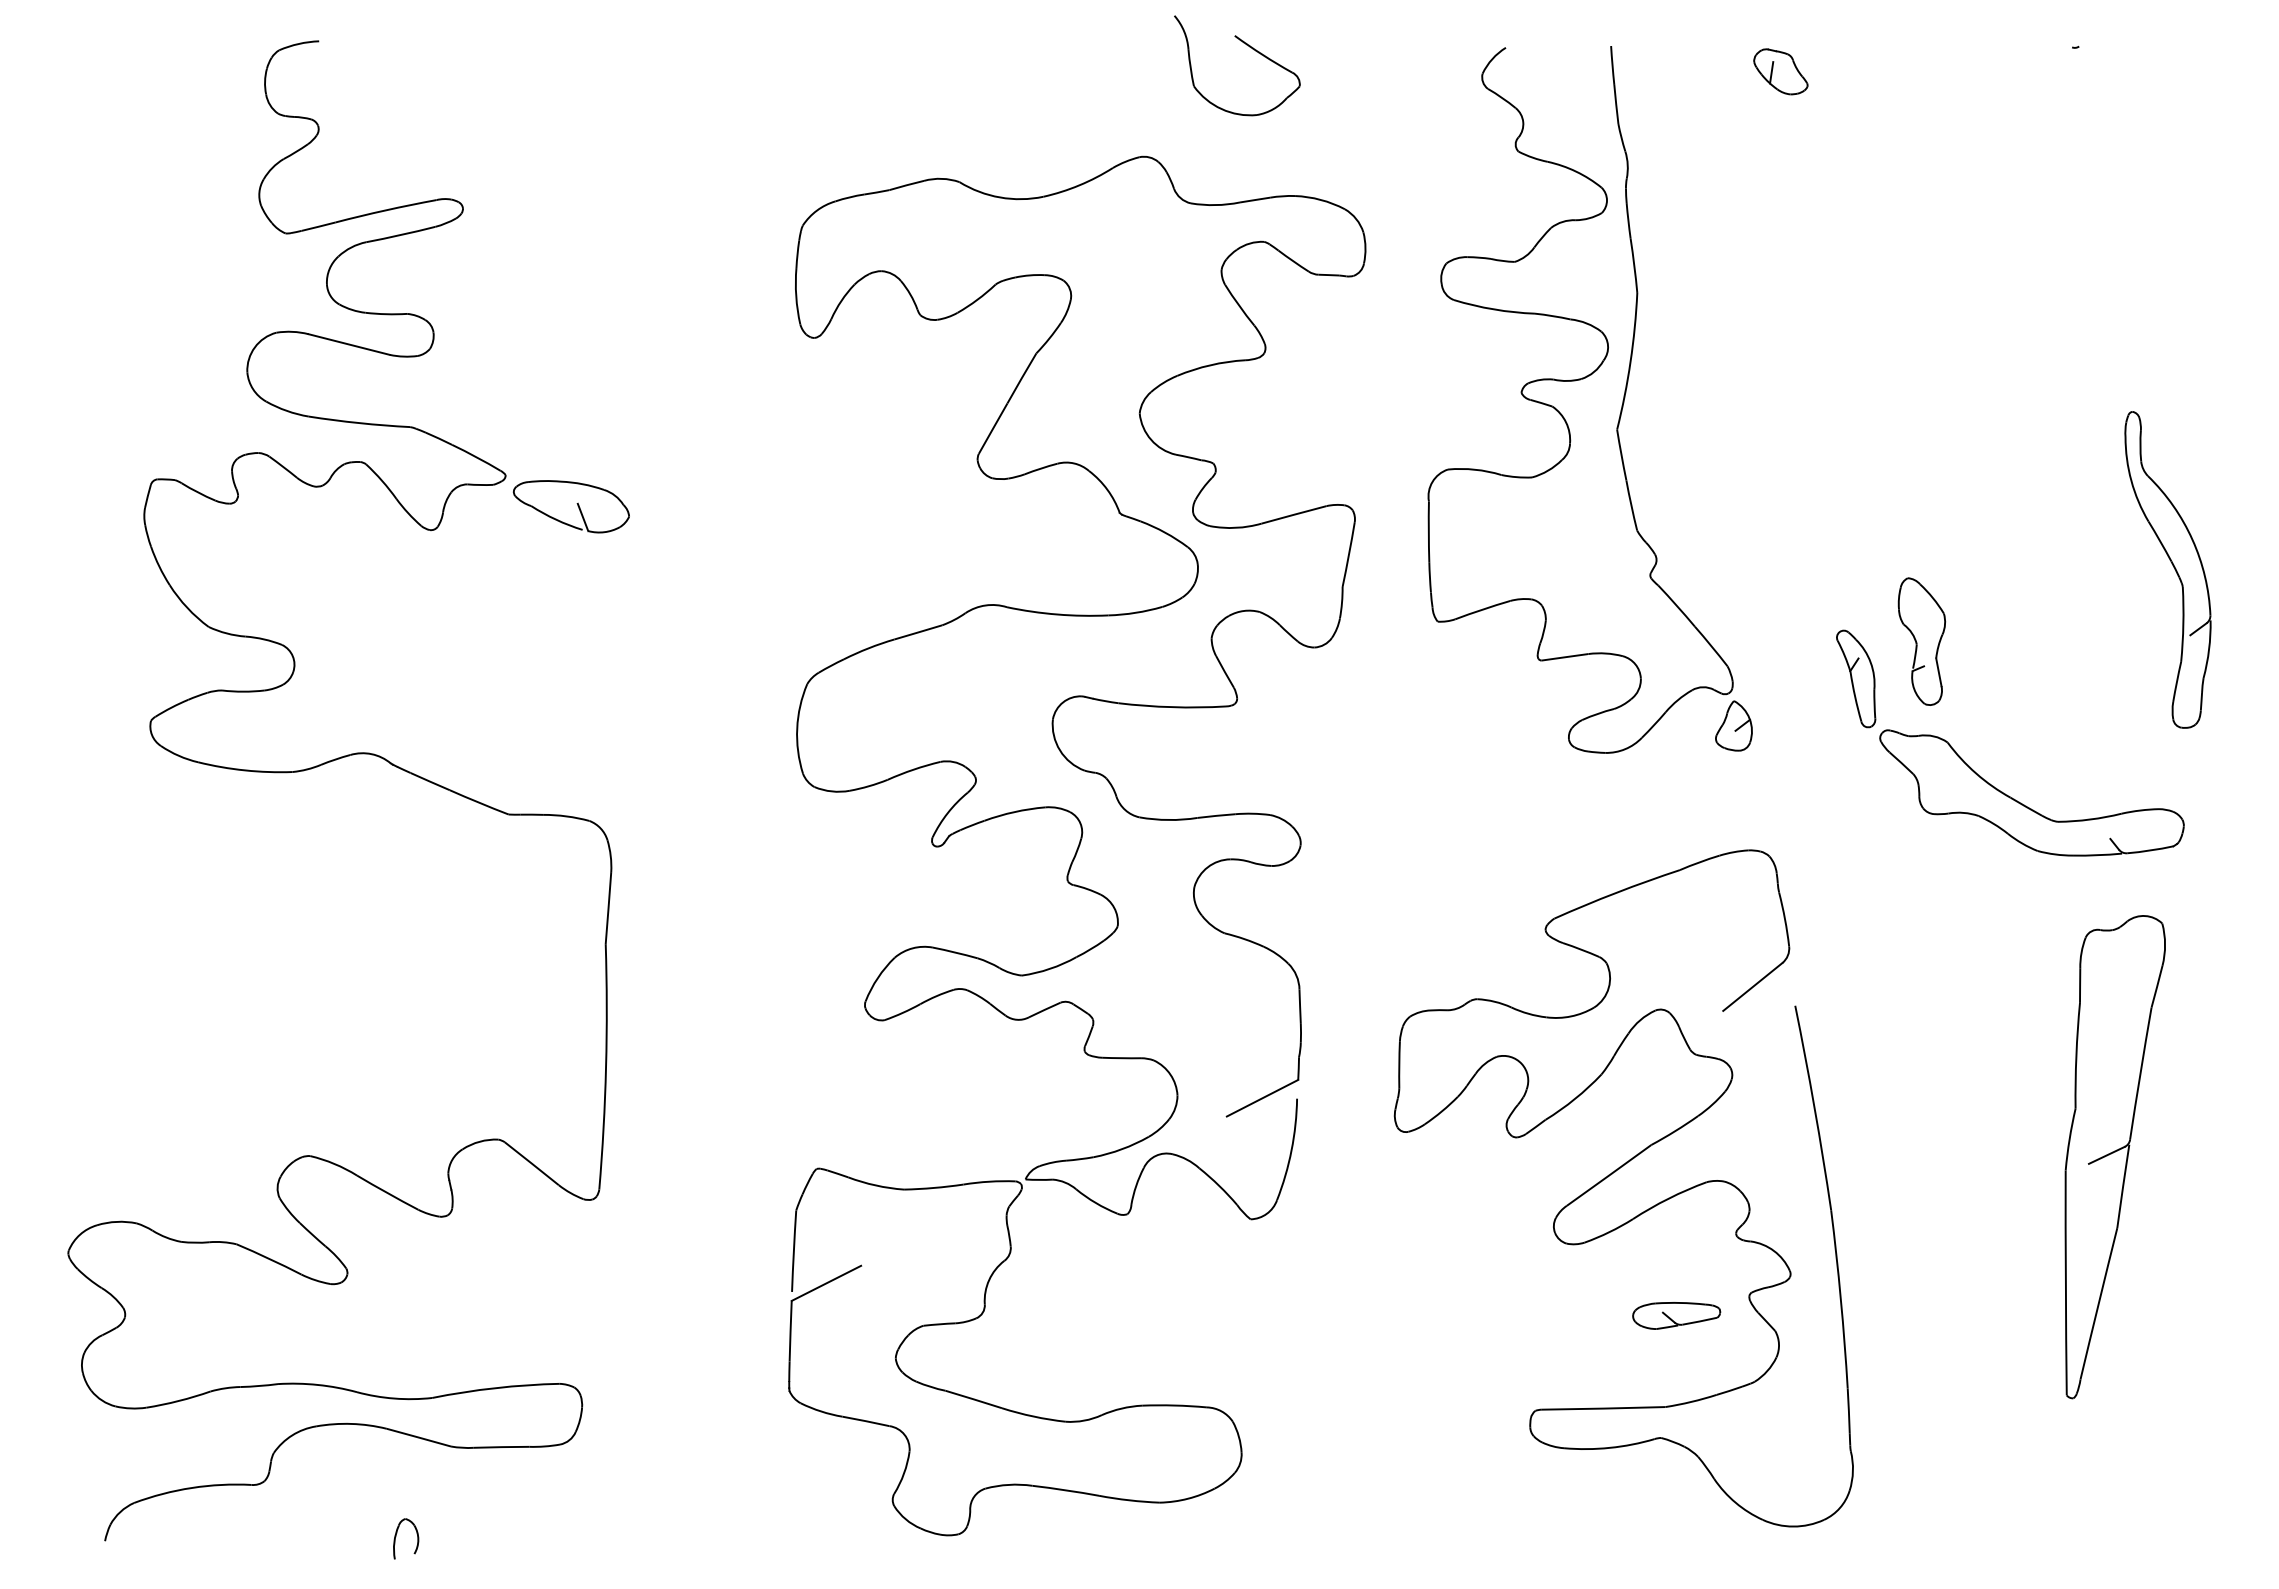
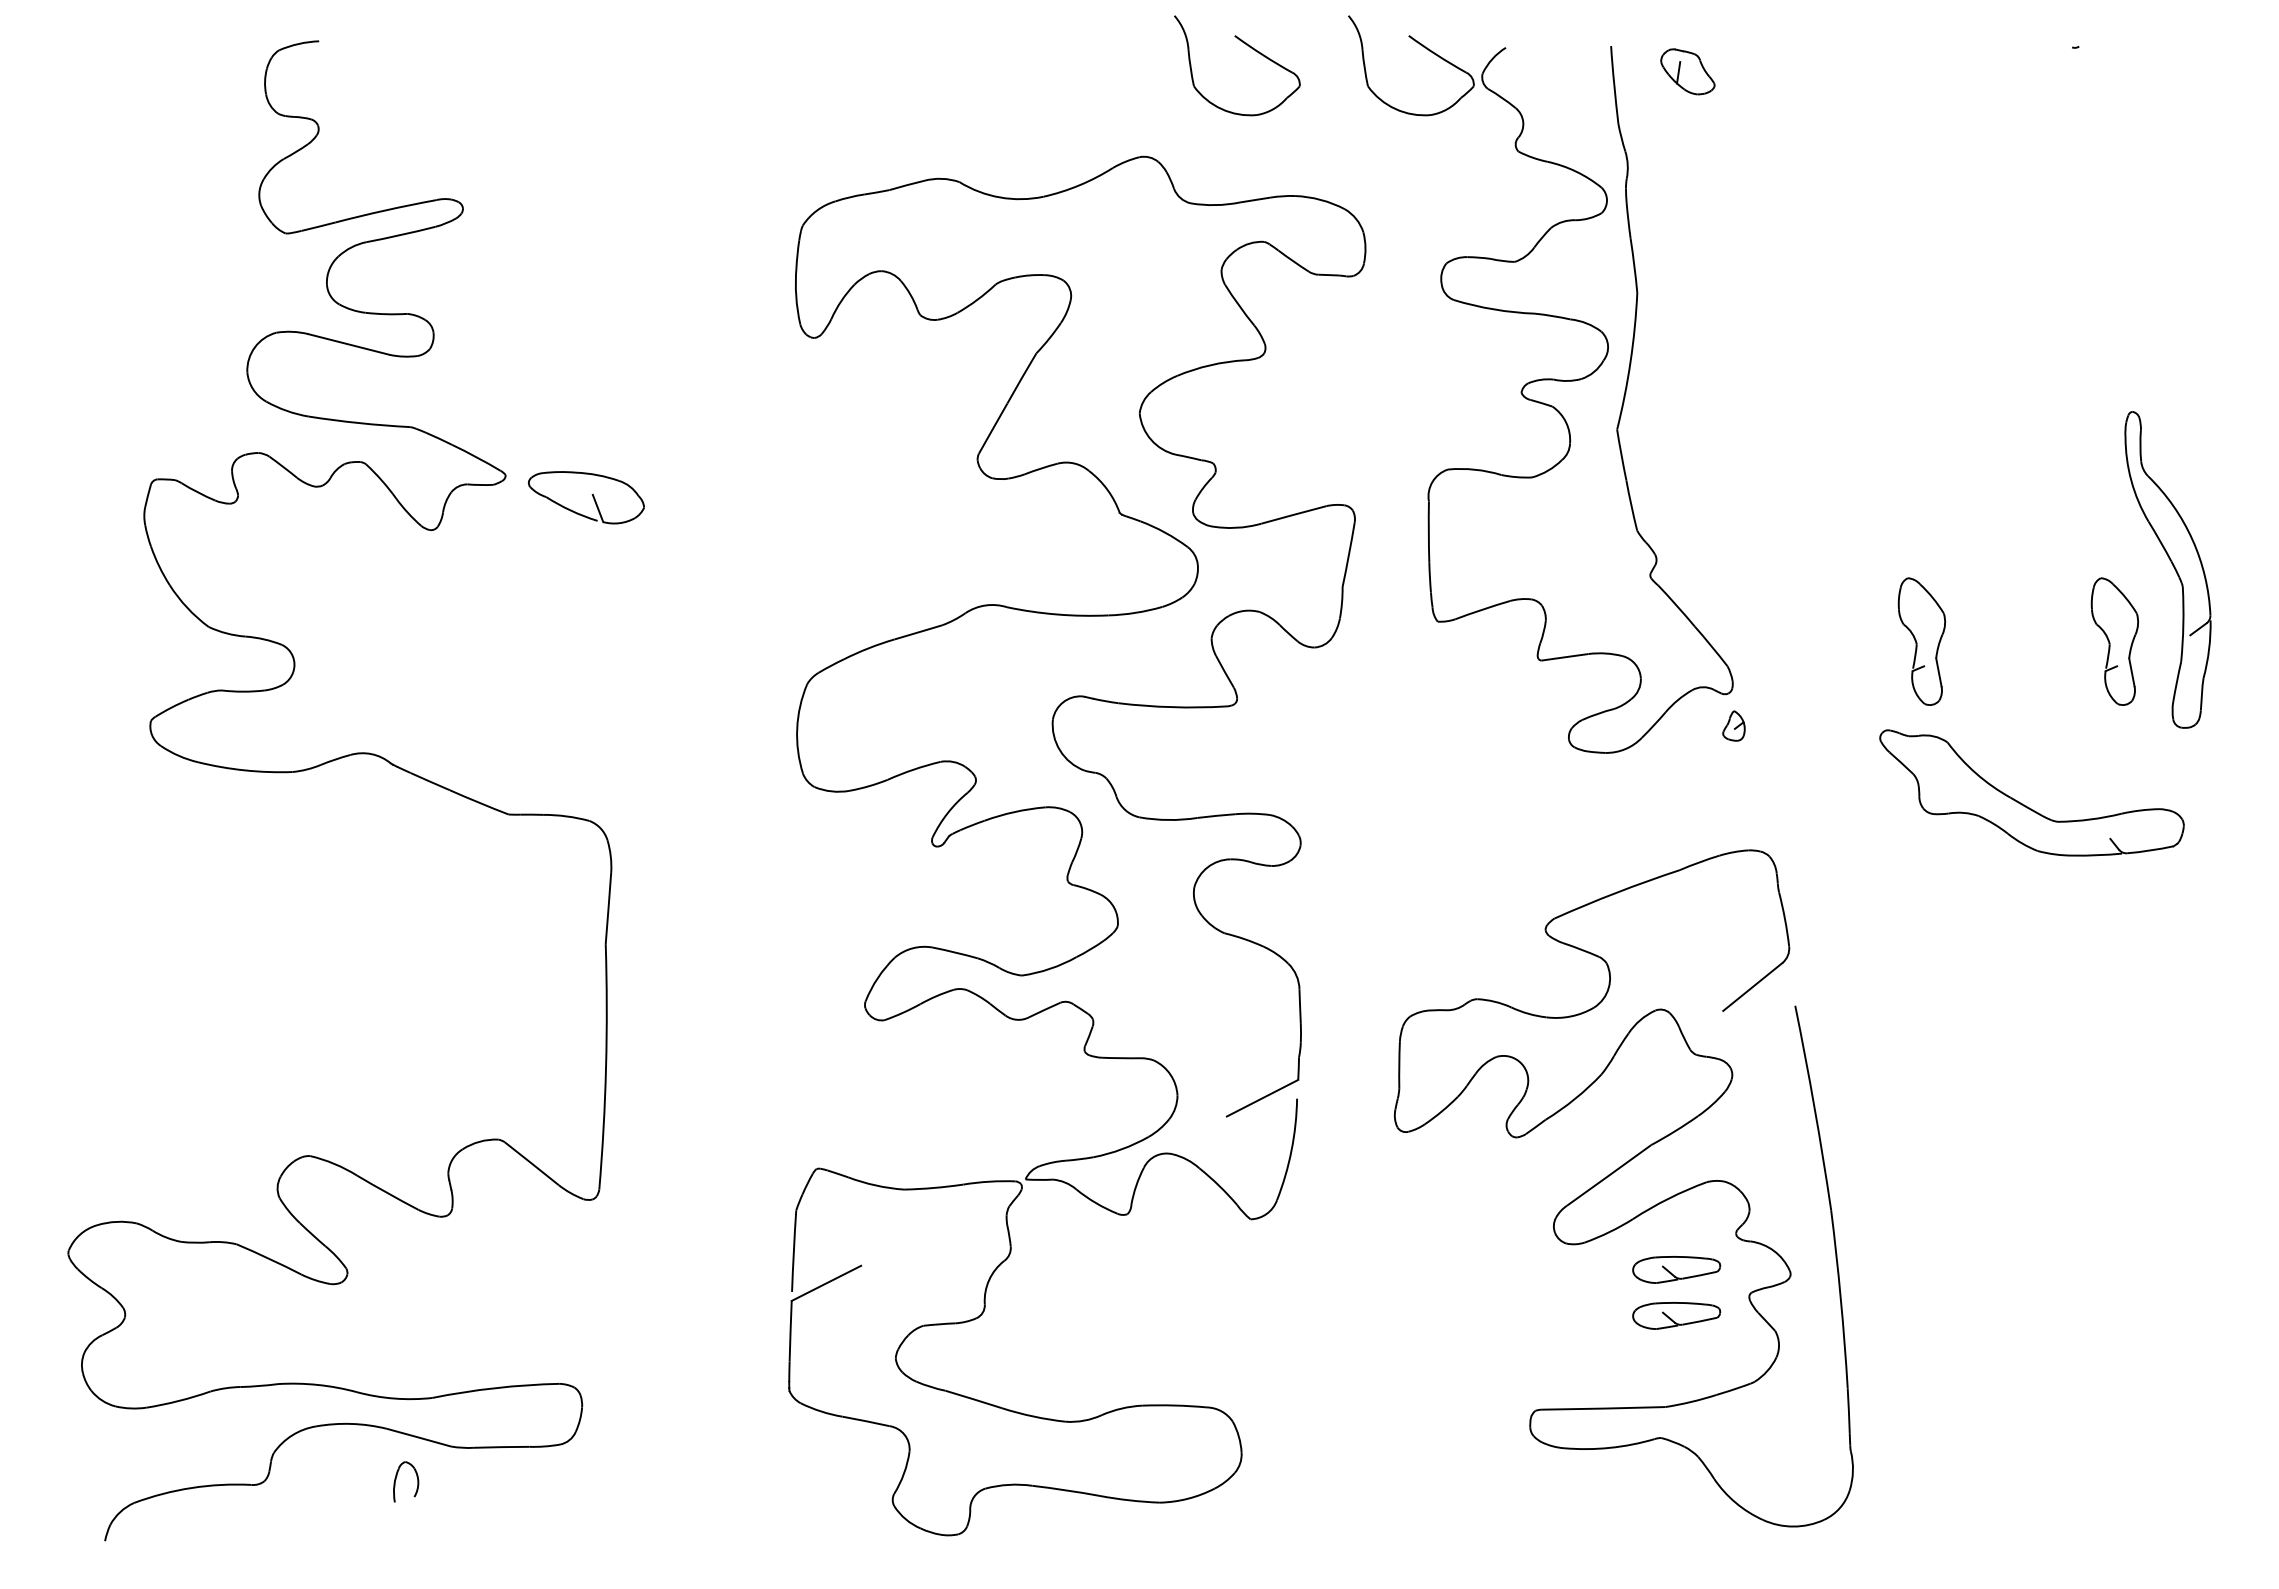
part at (1423, 47): none -> present
part at (1780, 71) position: (1780, 71) -> (1687, 71)
part at (571, 506) position: (571, 506) -> (586, 497)
part at (2114, 641): none -> present
part at (1856, 678): present -> none
part at (1733, 725) size: 38x52 px -> 24x32 px
part at (2114, 1157): present -> none
part at (1676, 1269): none -> present
part at (396, 1536) position: (396, 1536) -> (396, 1479)
